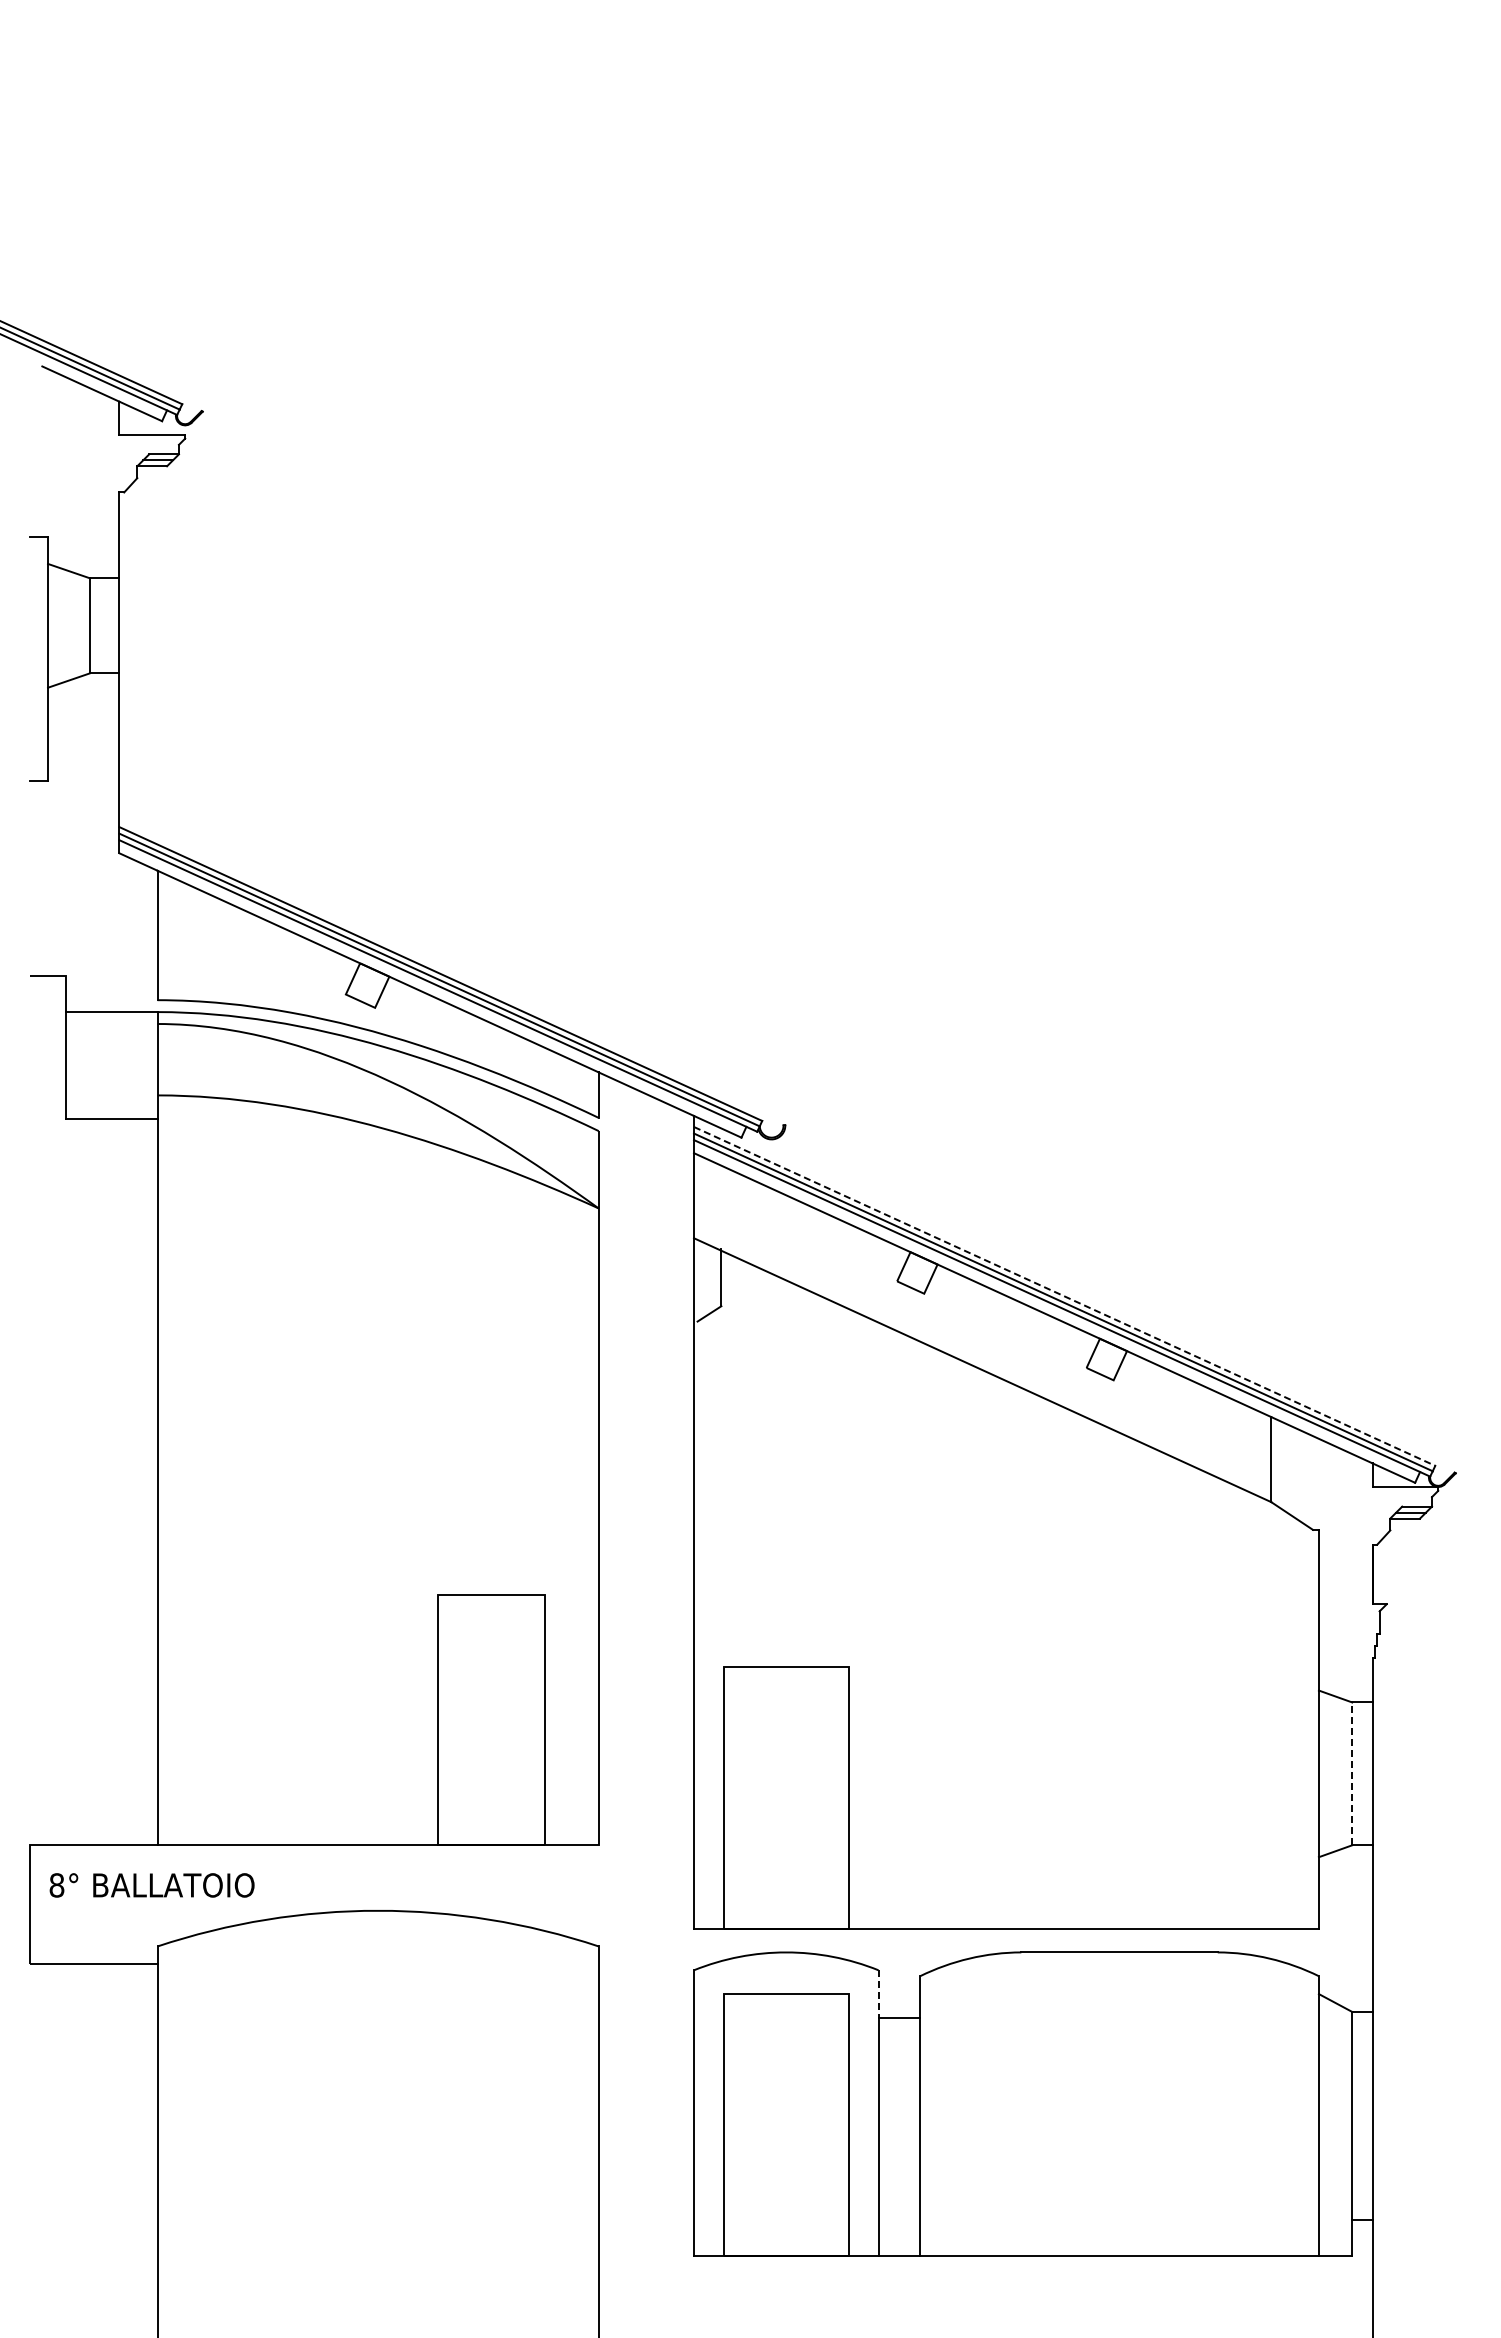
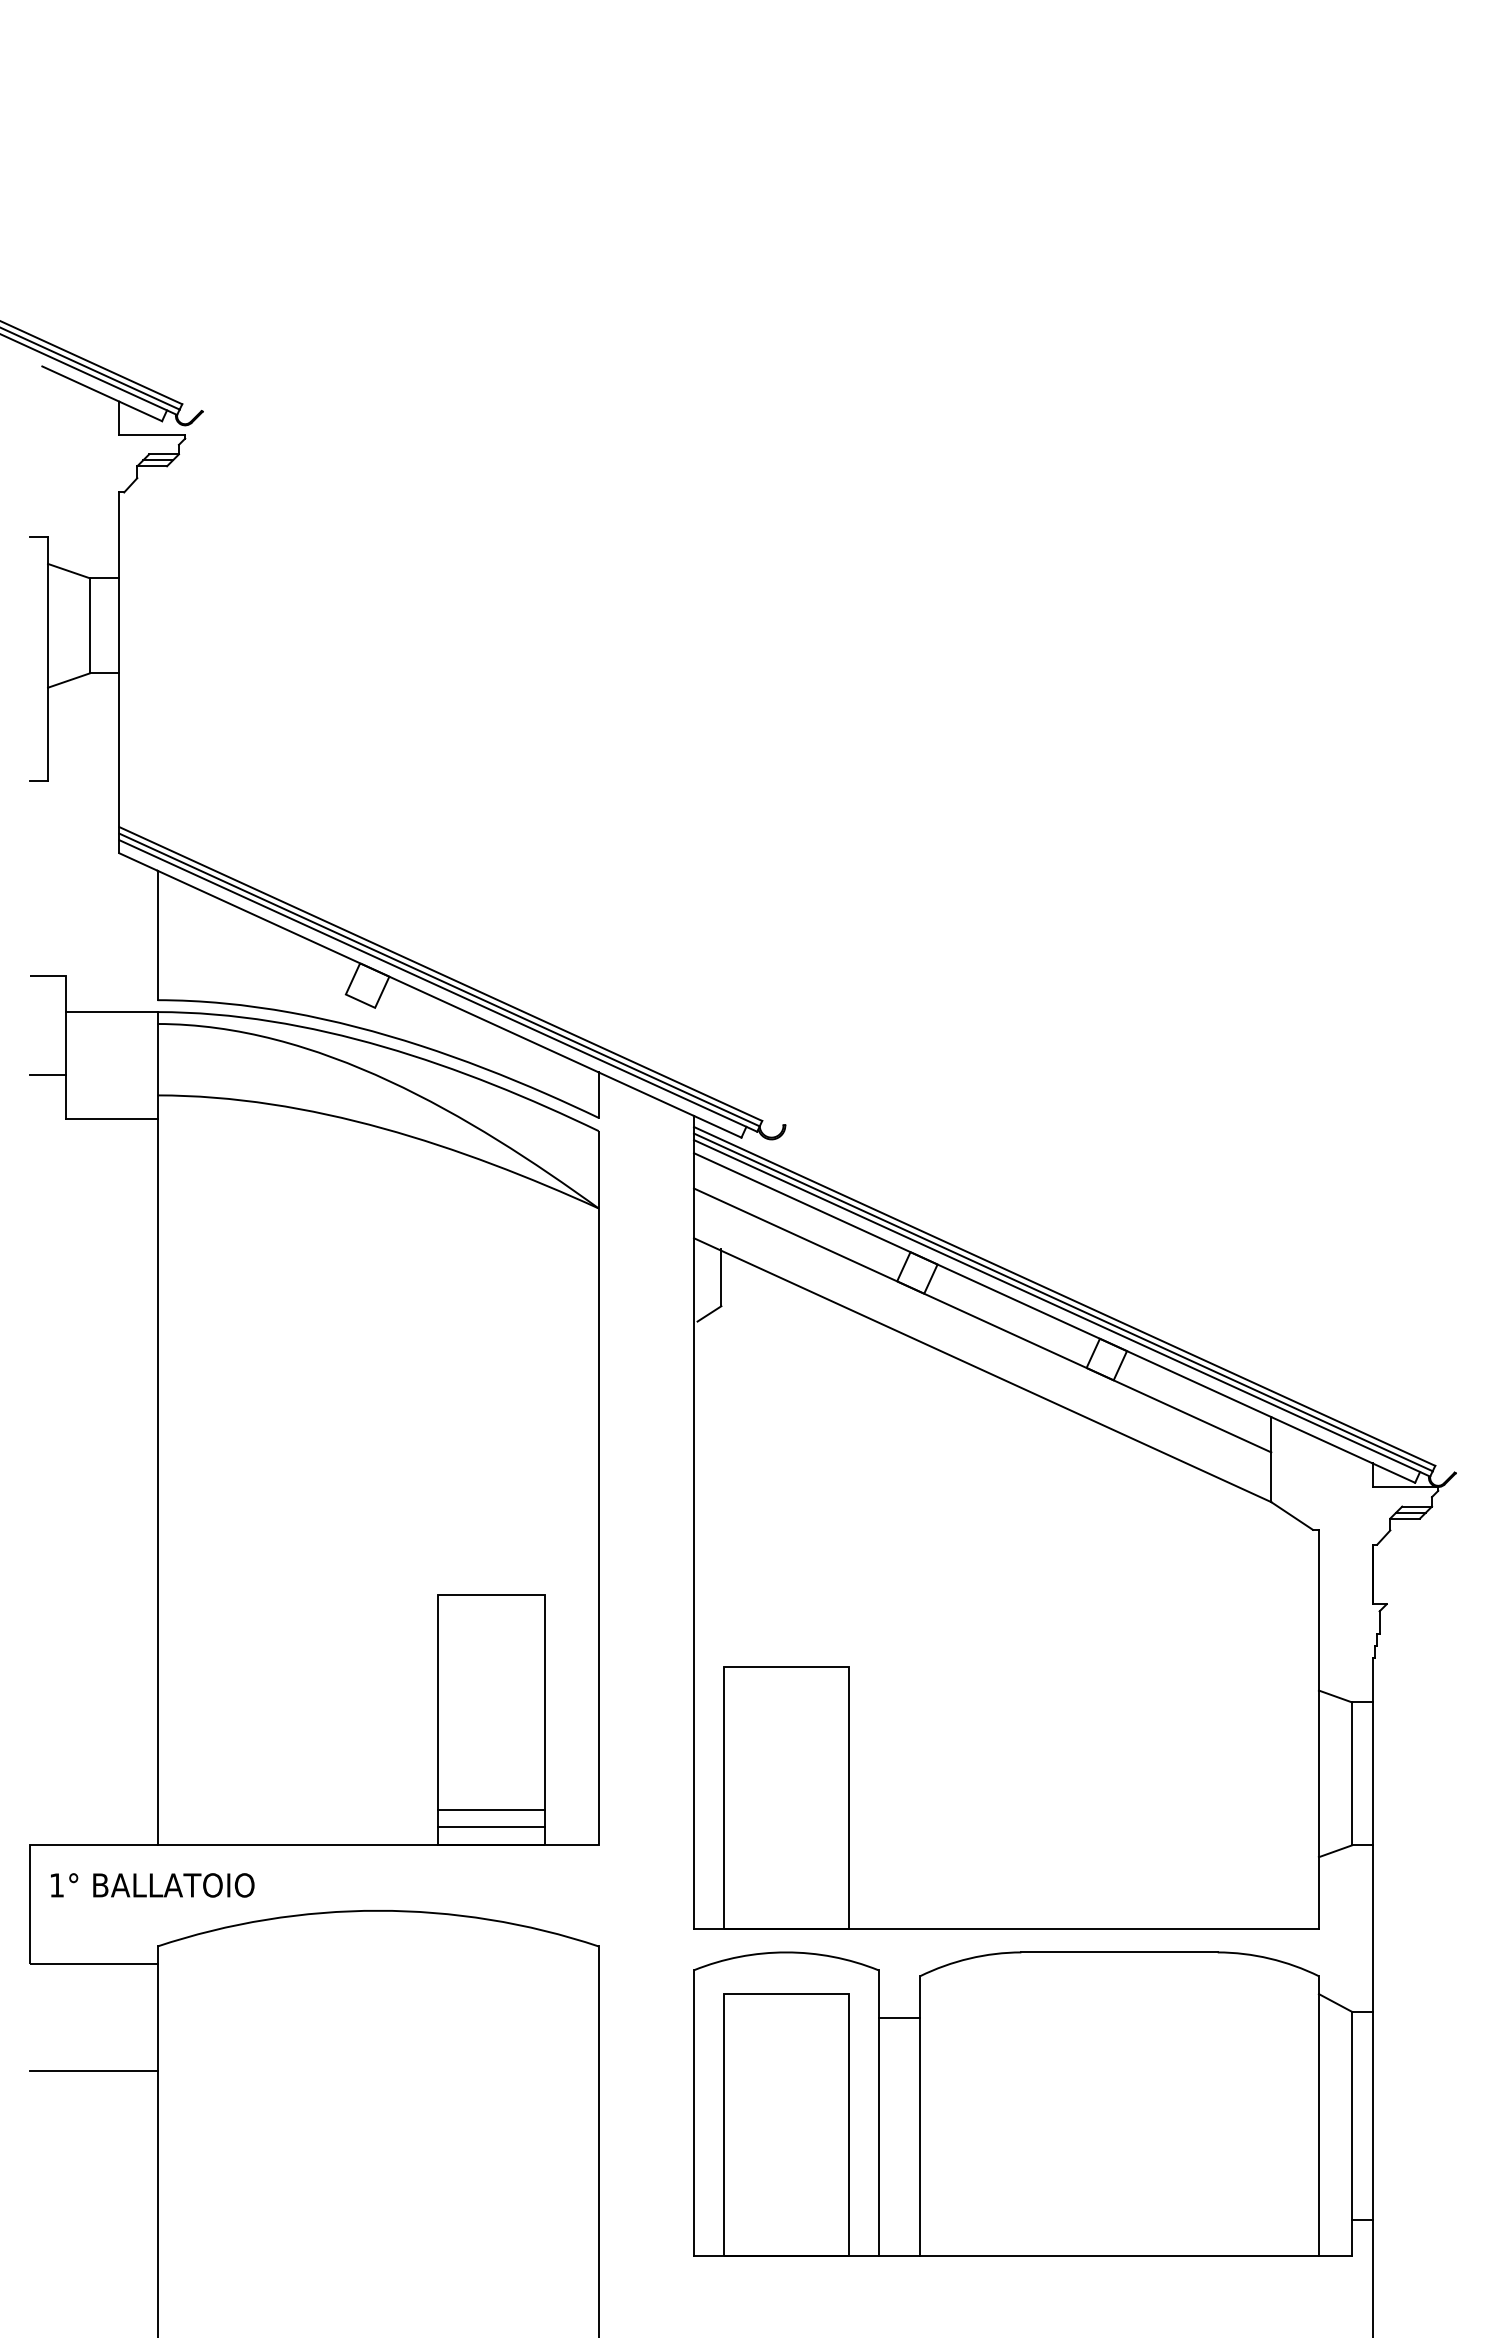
line at (47, 1074): none -> present
line at (1064, 1296): dashed -> solid
line at (982, 1320): none -> present
line at (1352, 1773): dashed -> solid
line at (491, 1809): none -> present
line at (491, 1827): none -> present
text at (56, 1885): 8° -> 1°
line at (878, 1994): dashed -> solid
line at (93, 2071): none -> present
